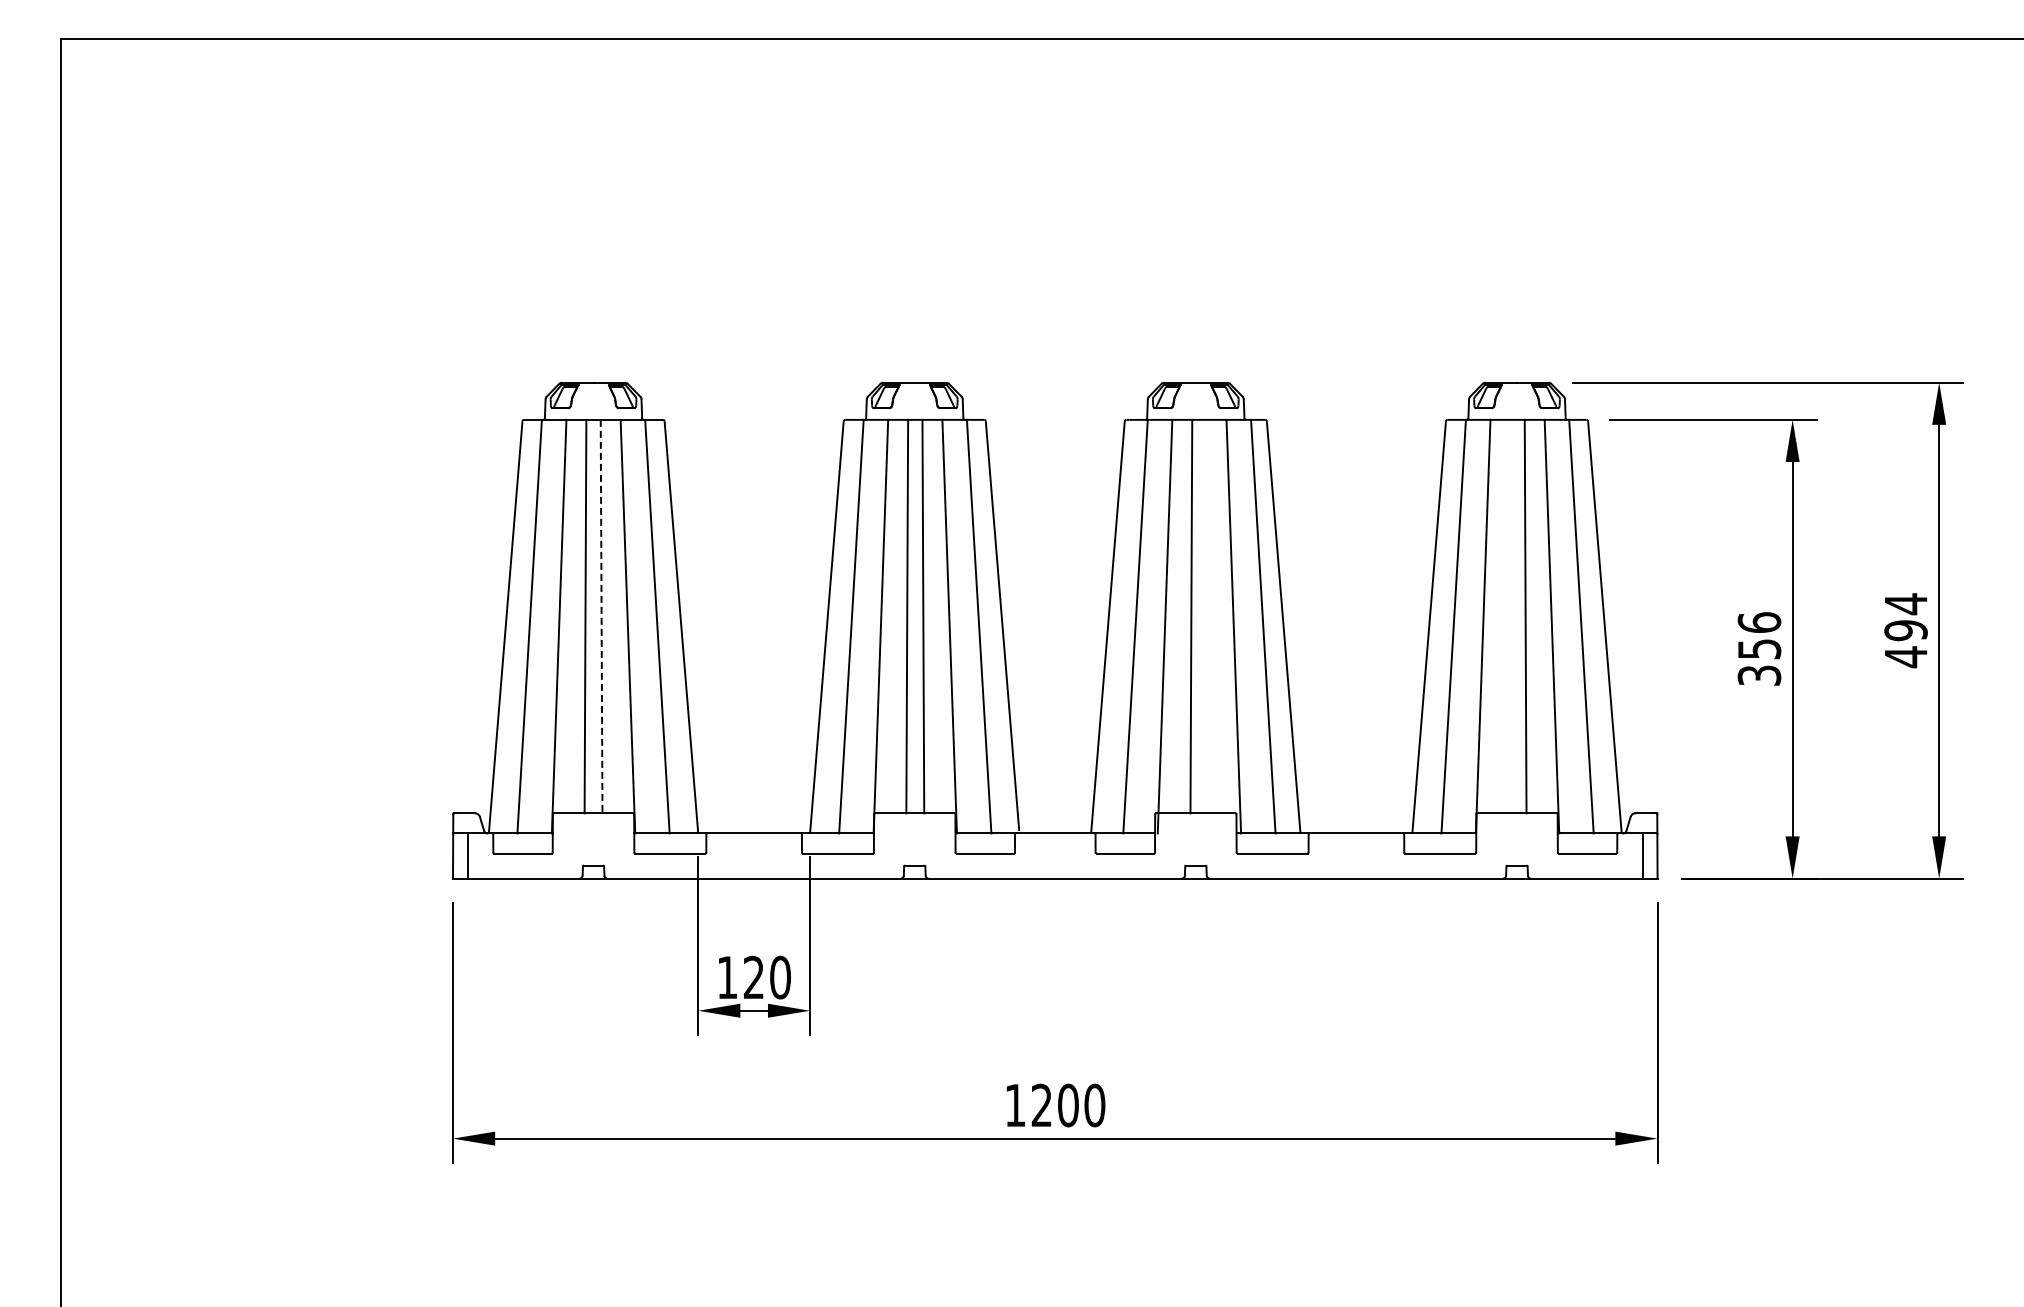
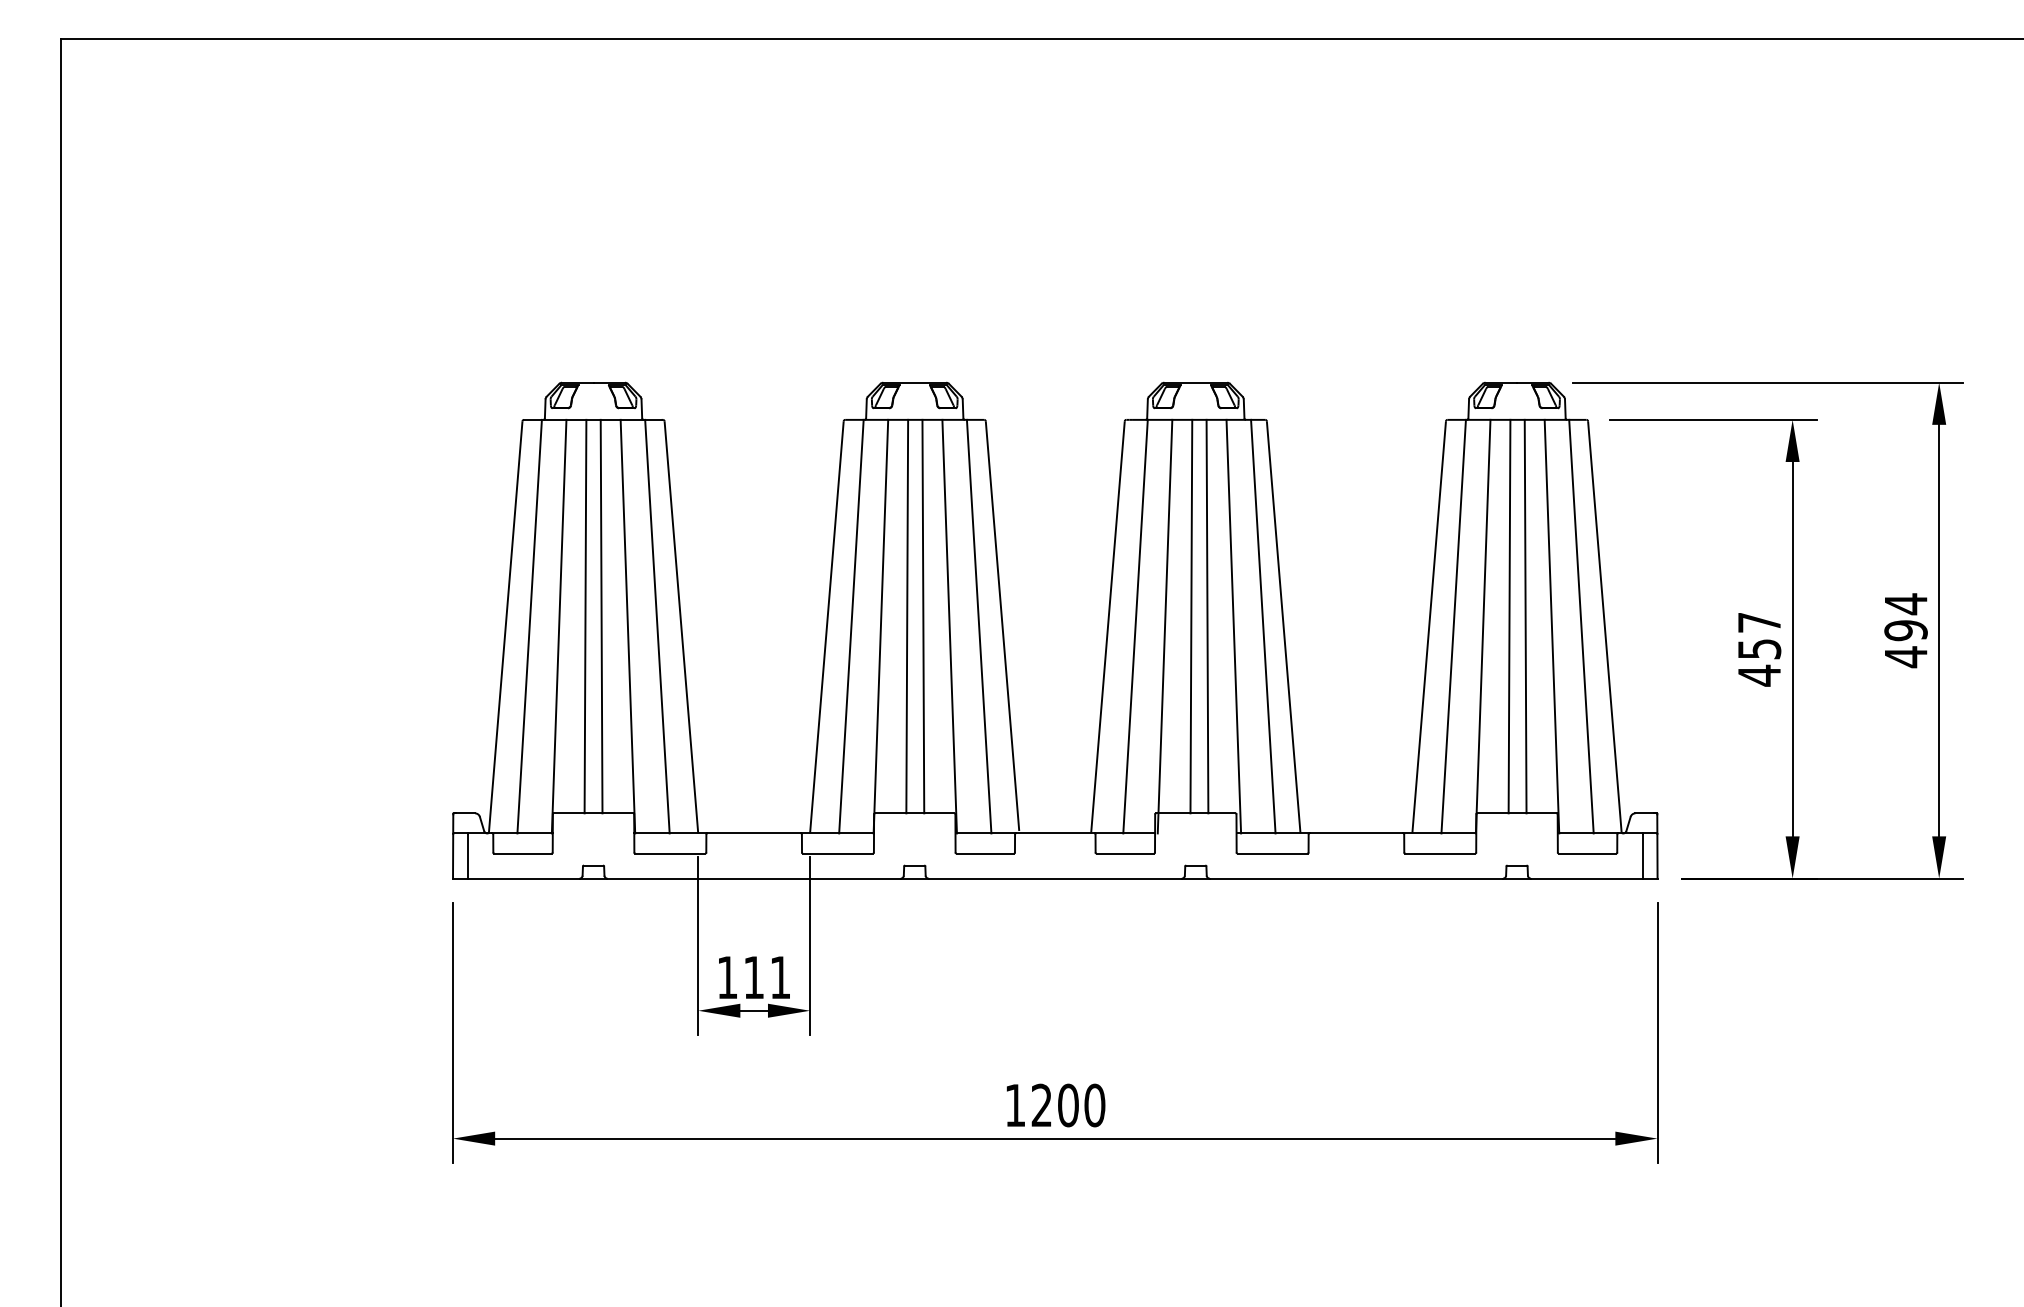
line at (601, 616): dashed -> solid
line at (1207, 616): none -> present
line at (1509, 616): none -> present
text at (1759, 649): 356 -> 457
text at (767, 977): 120 -> 111
